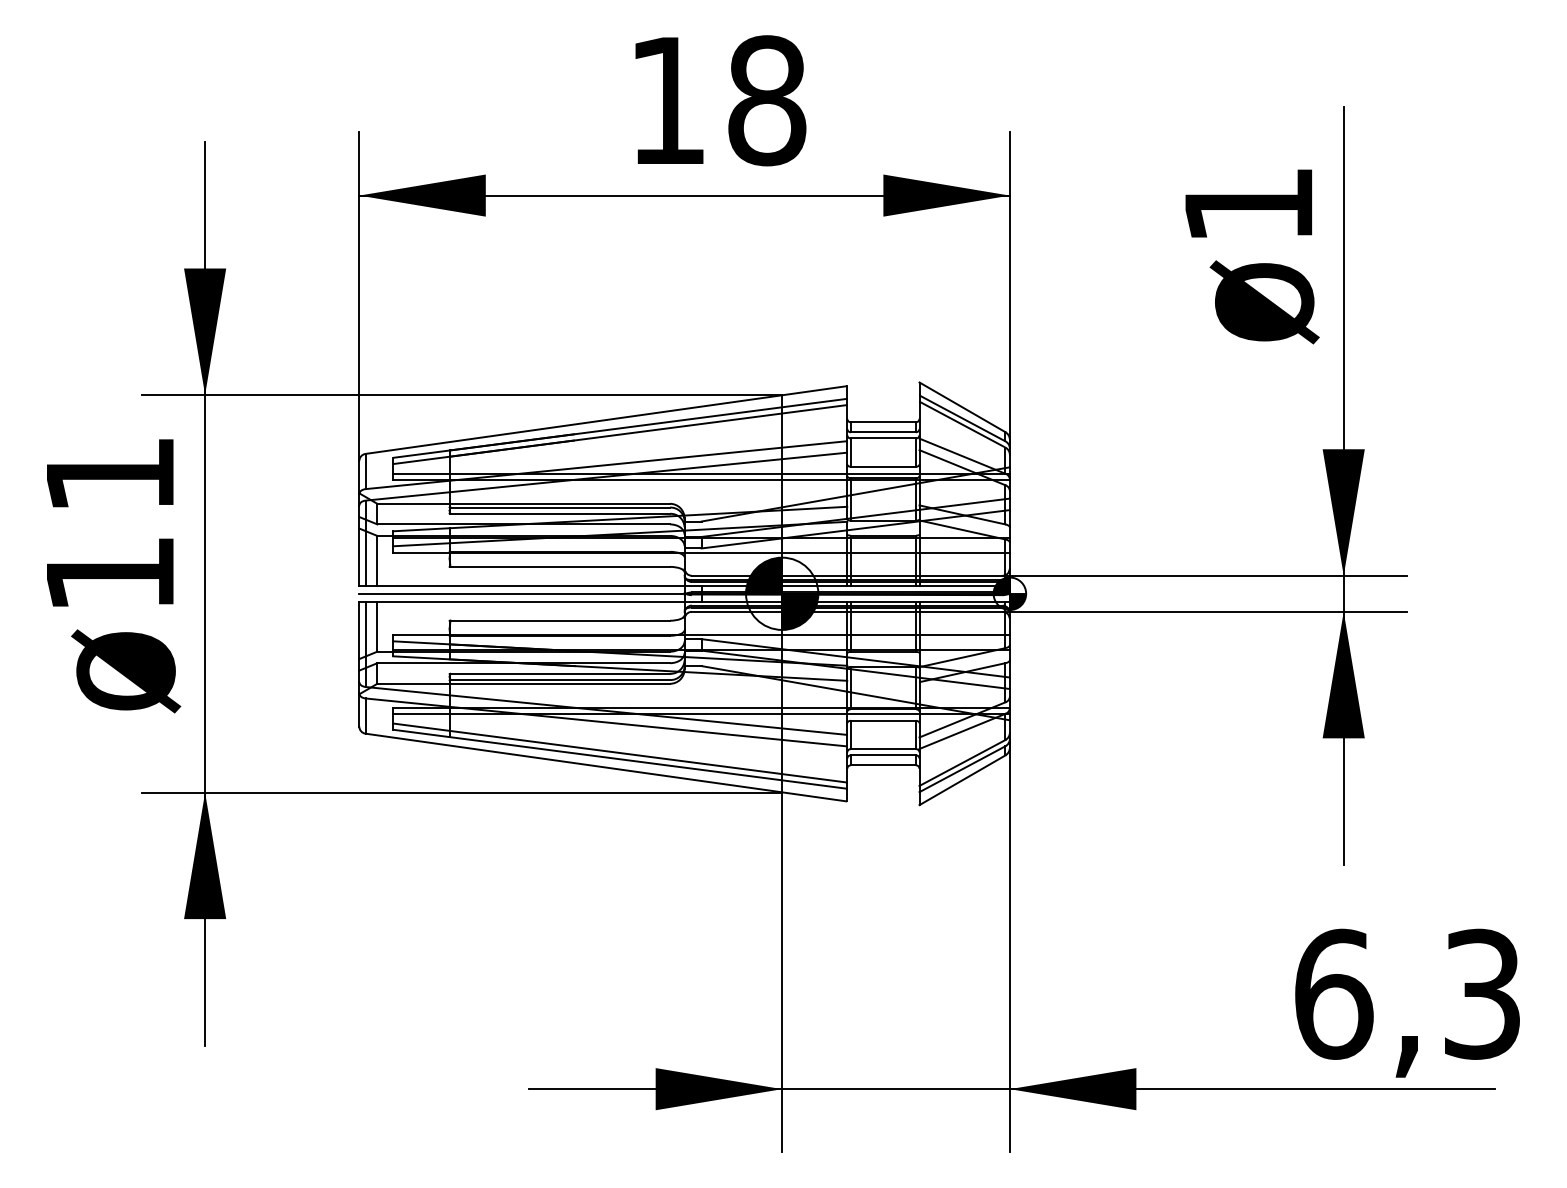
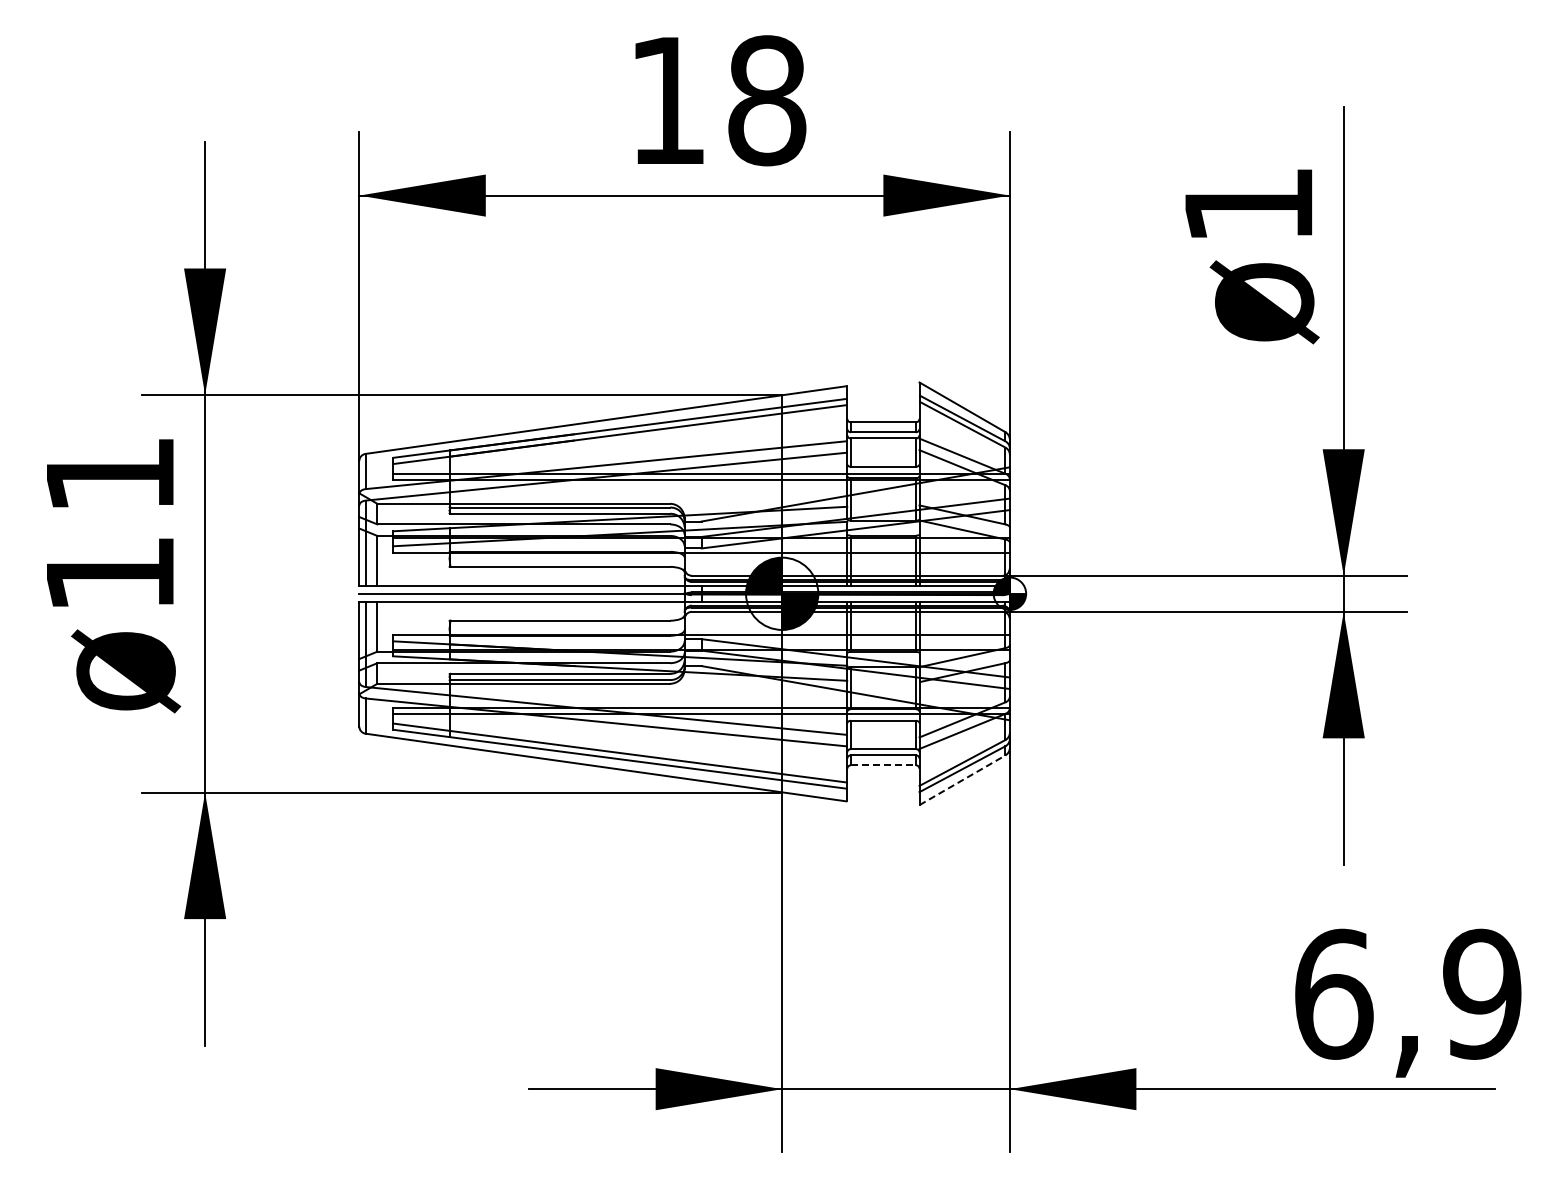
line at (883, 765): solid -> dashed
line at (962, 780): solid -> dashed
text at (1482, 993): 6,3 -> 6,9
